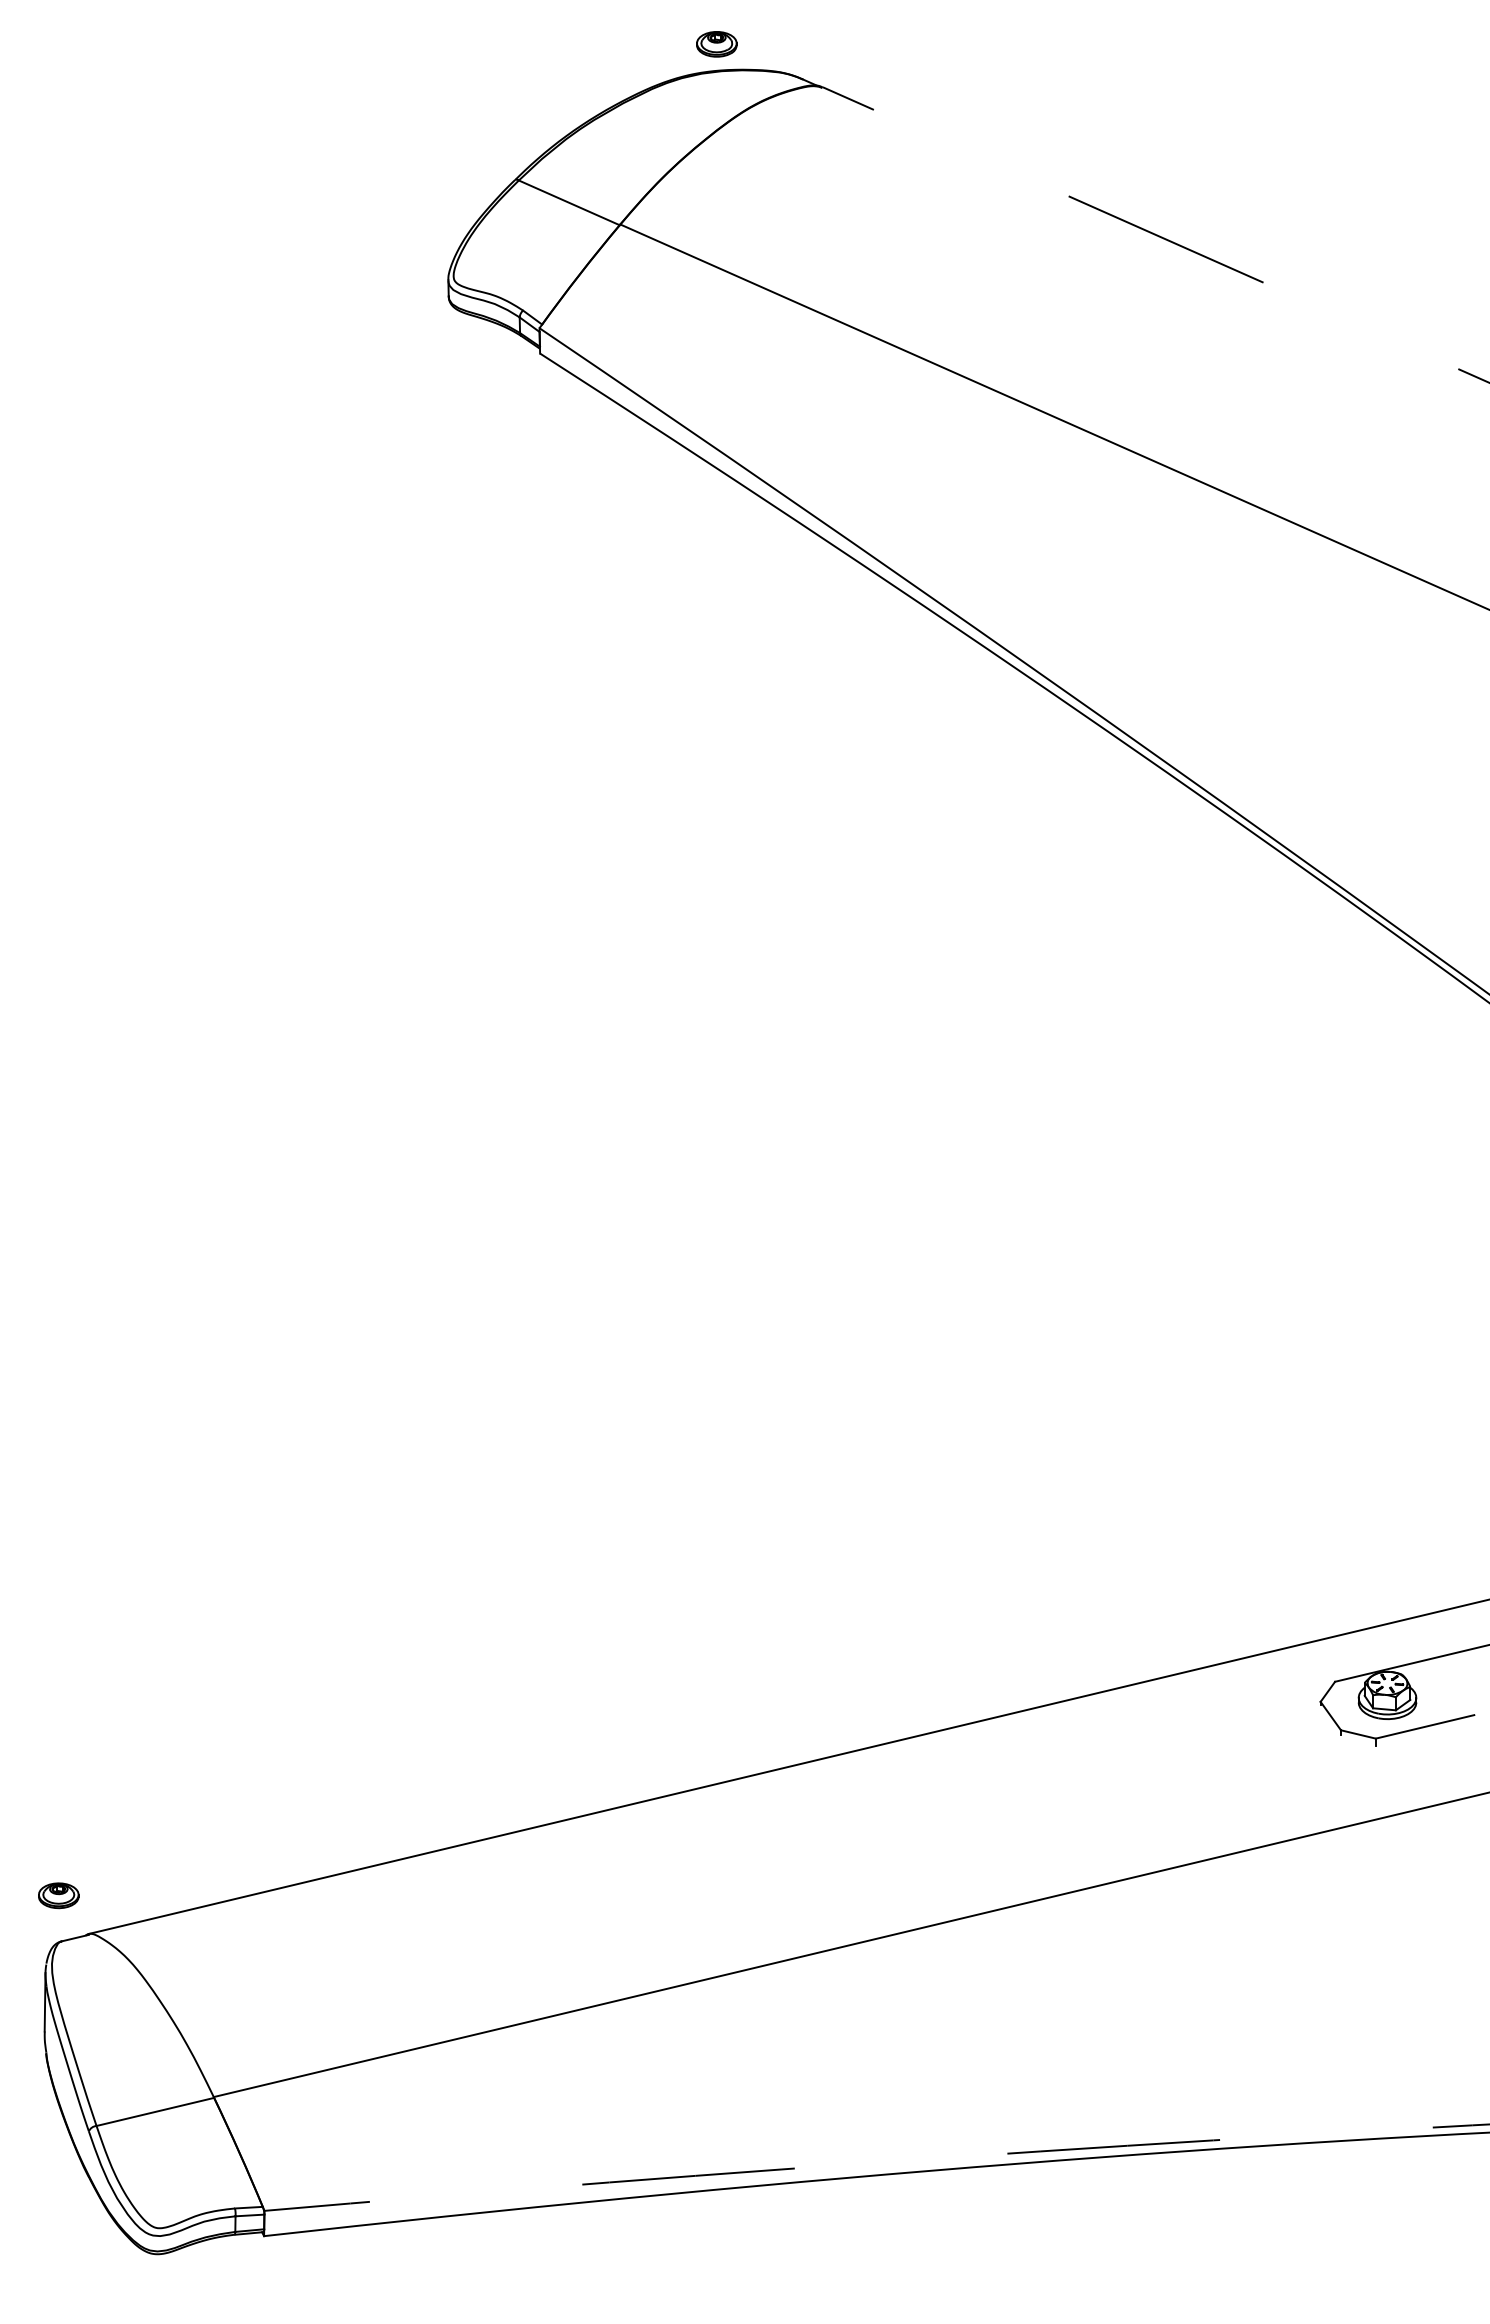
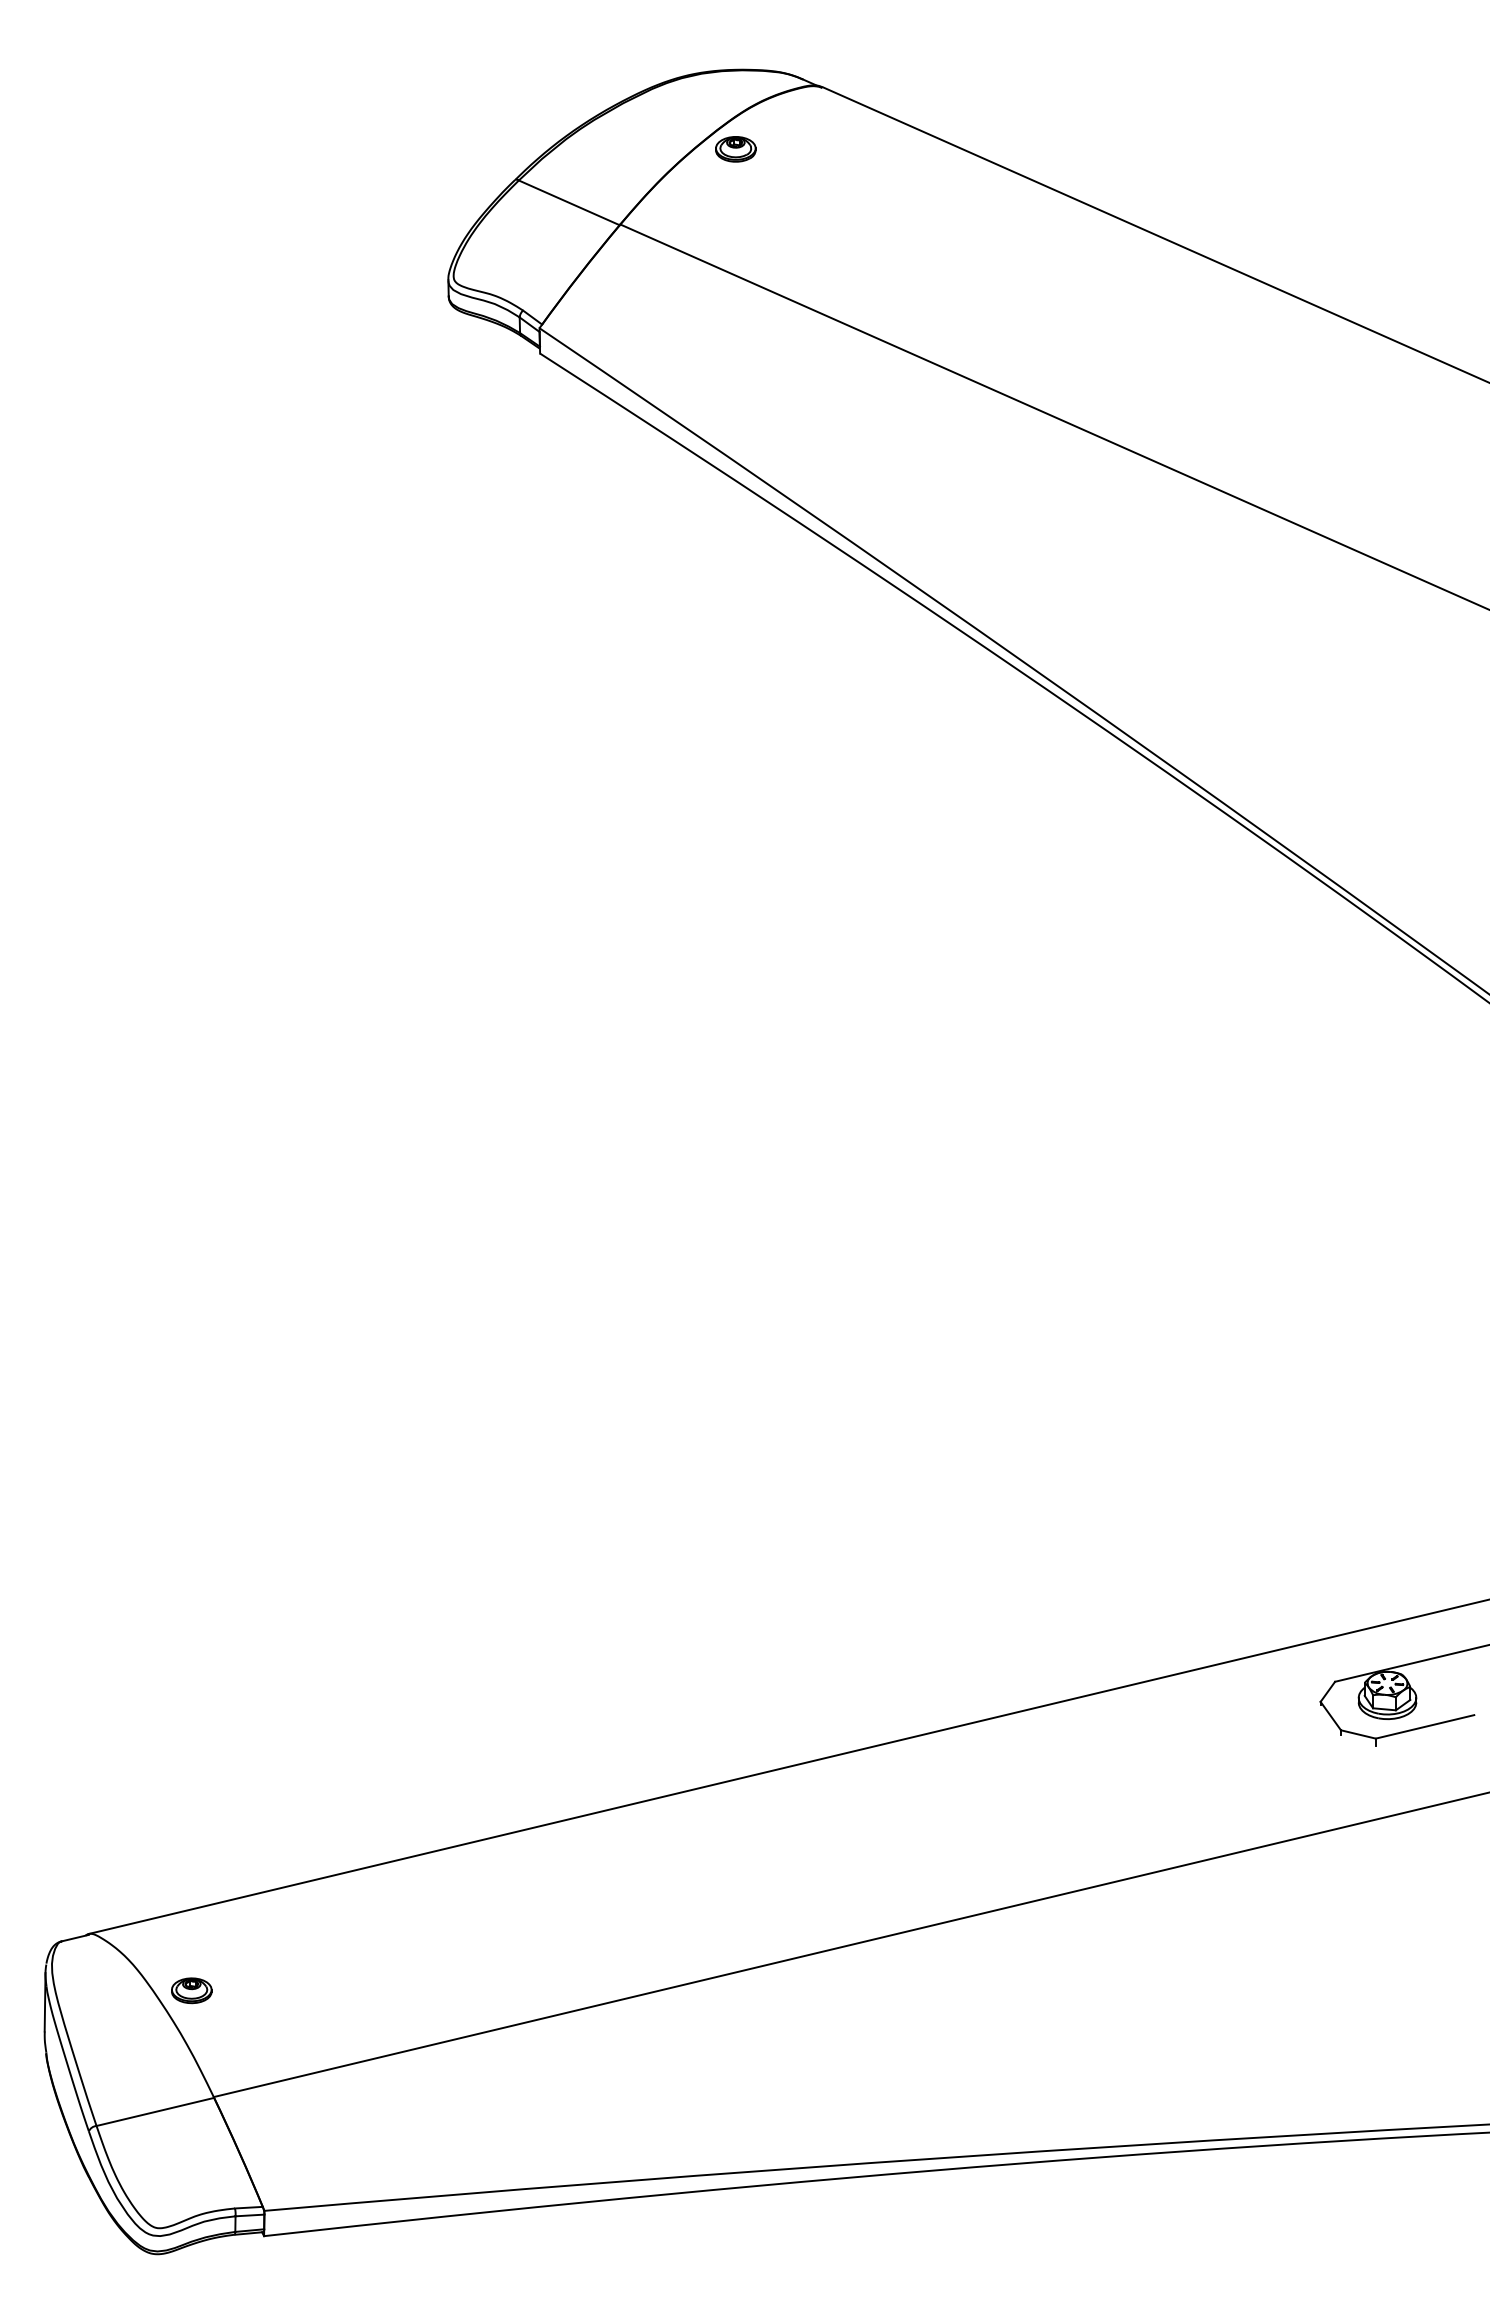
part at (716, 44) position: (716, 44) -> (735, 149)
line at (1155, 234): dashed -> solid
part at (58, 1895) position: (58, 1895) -> (191, 1990)
arc at (877, 2162): dashed -> solid
